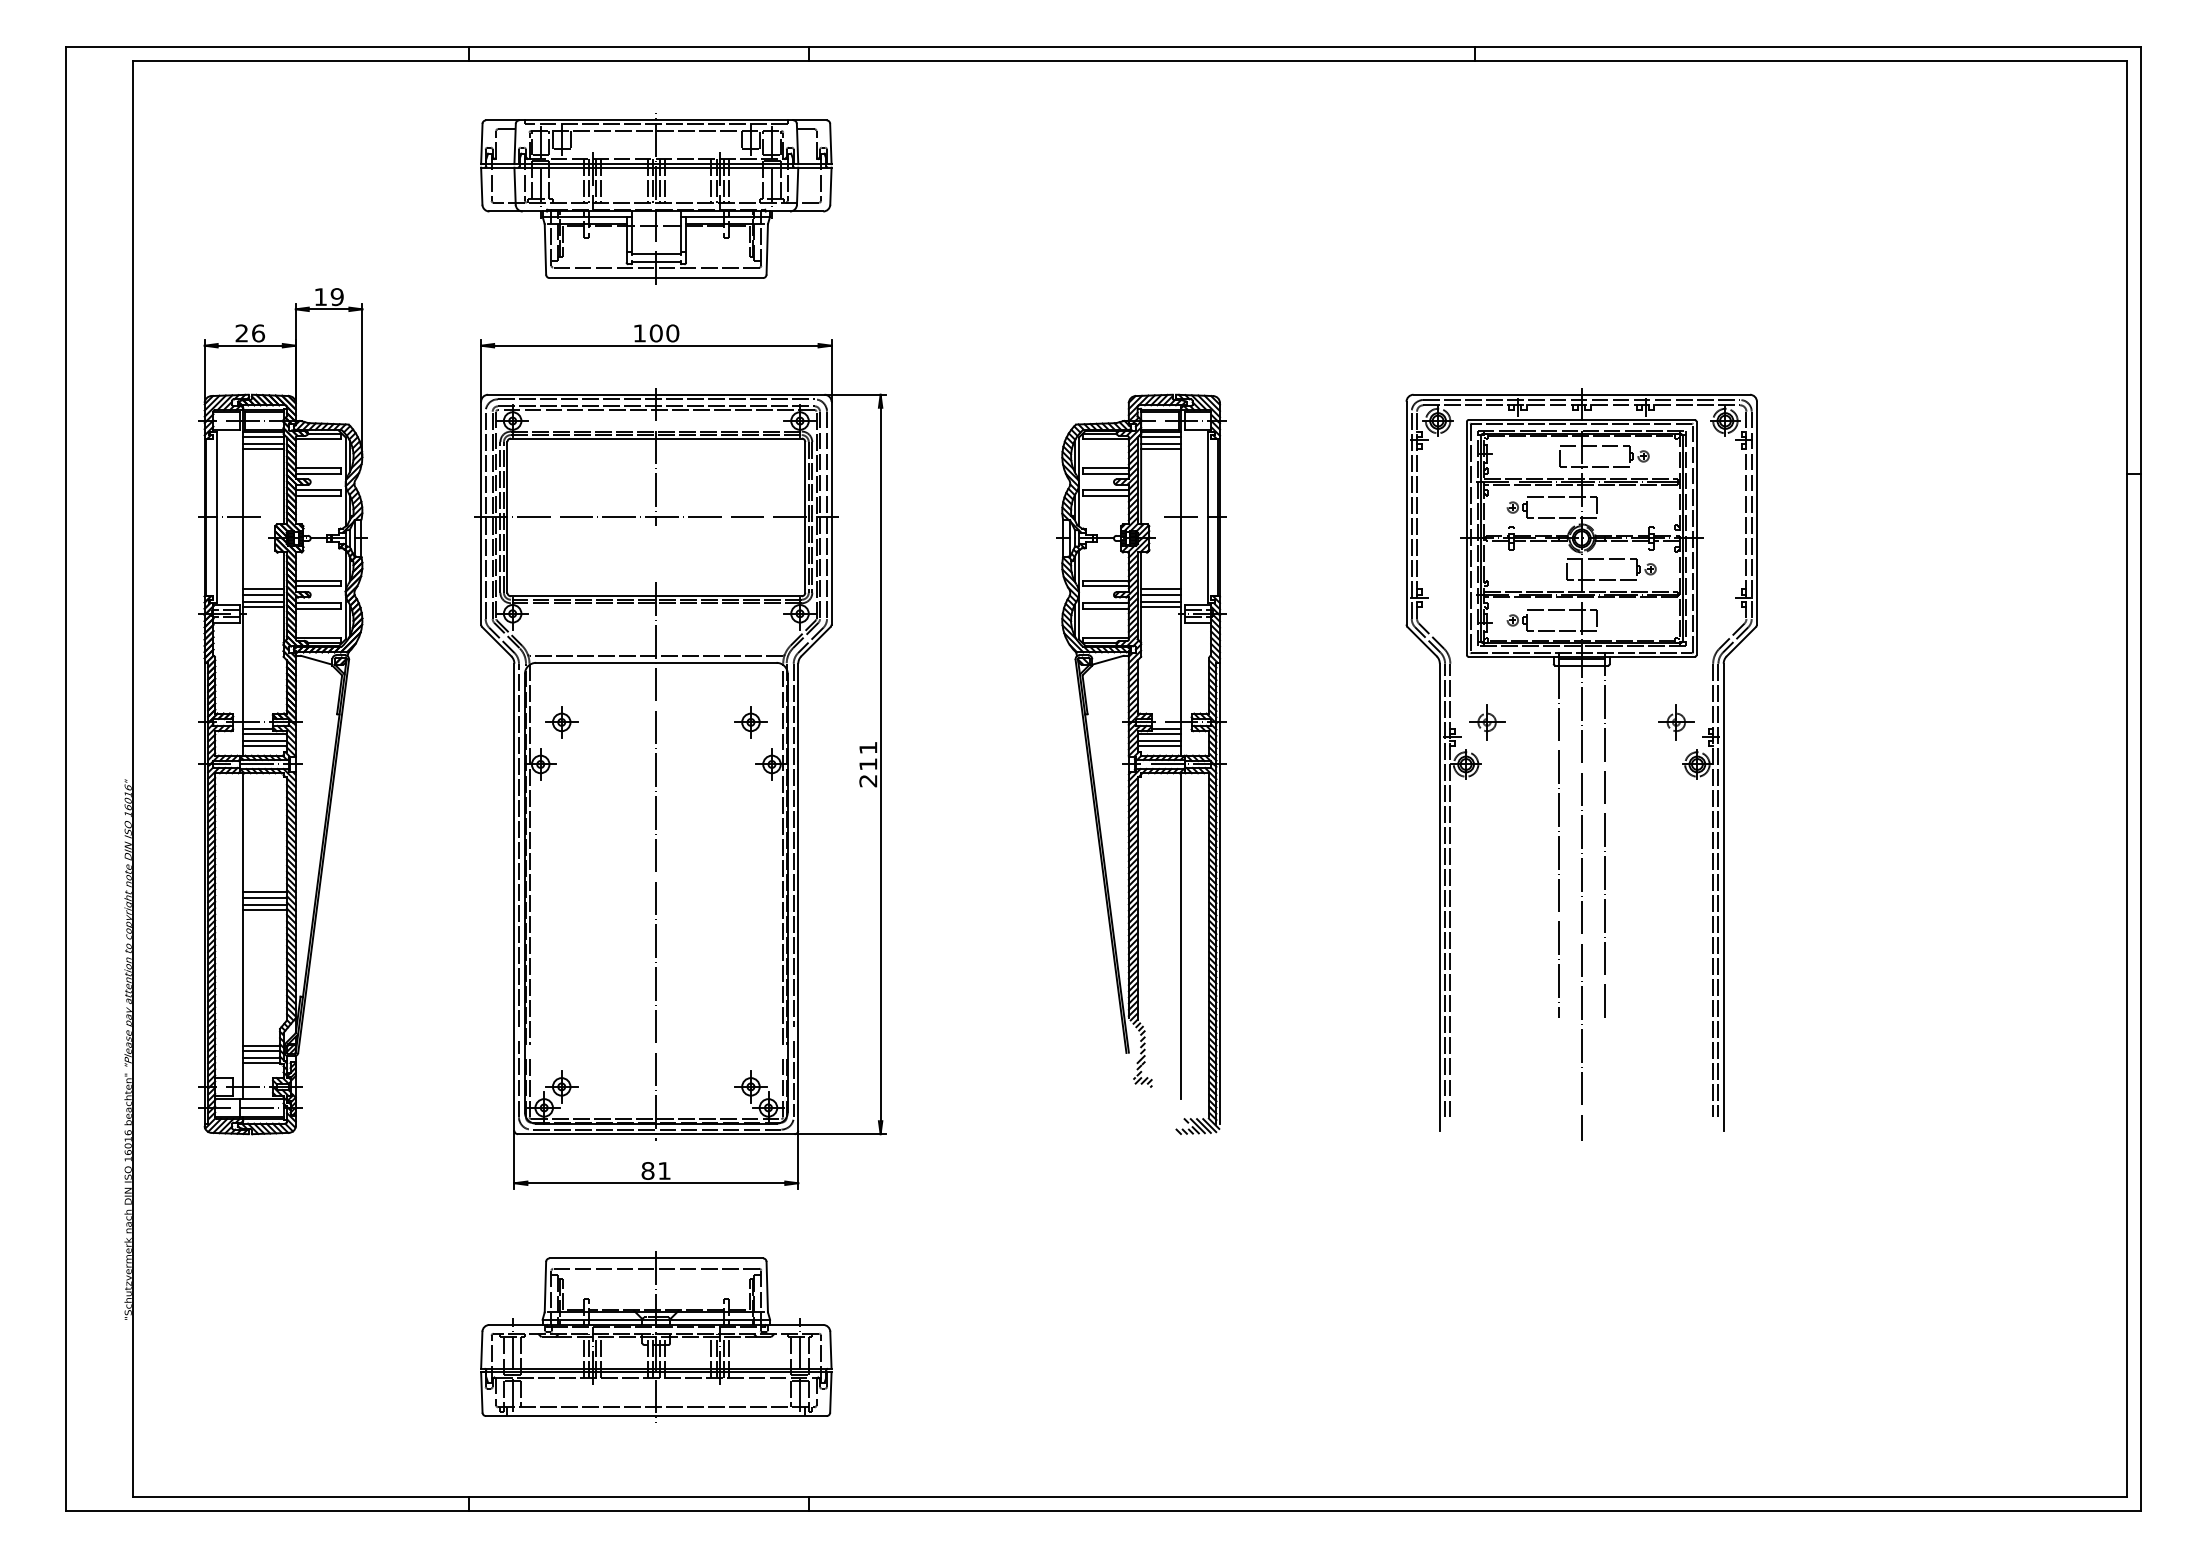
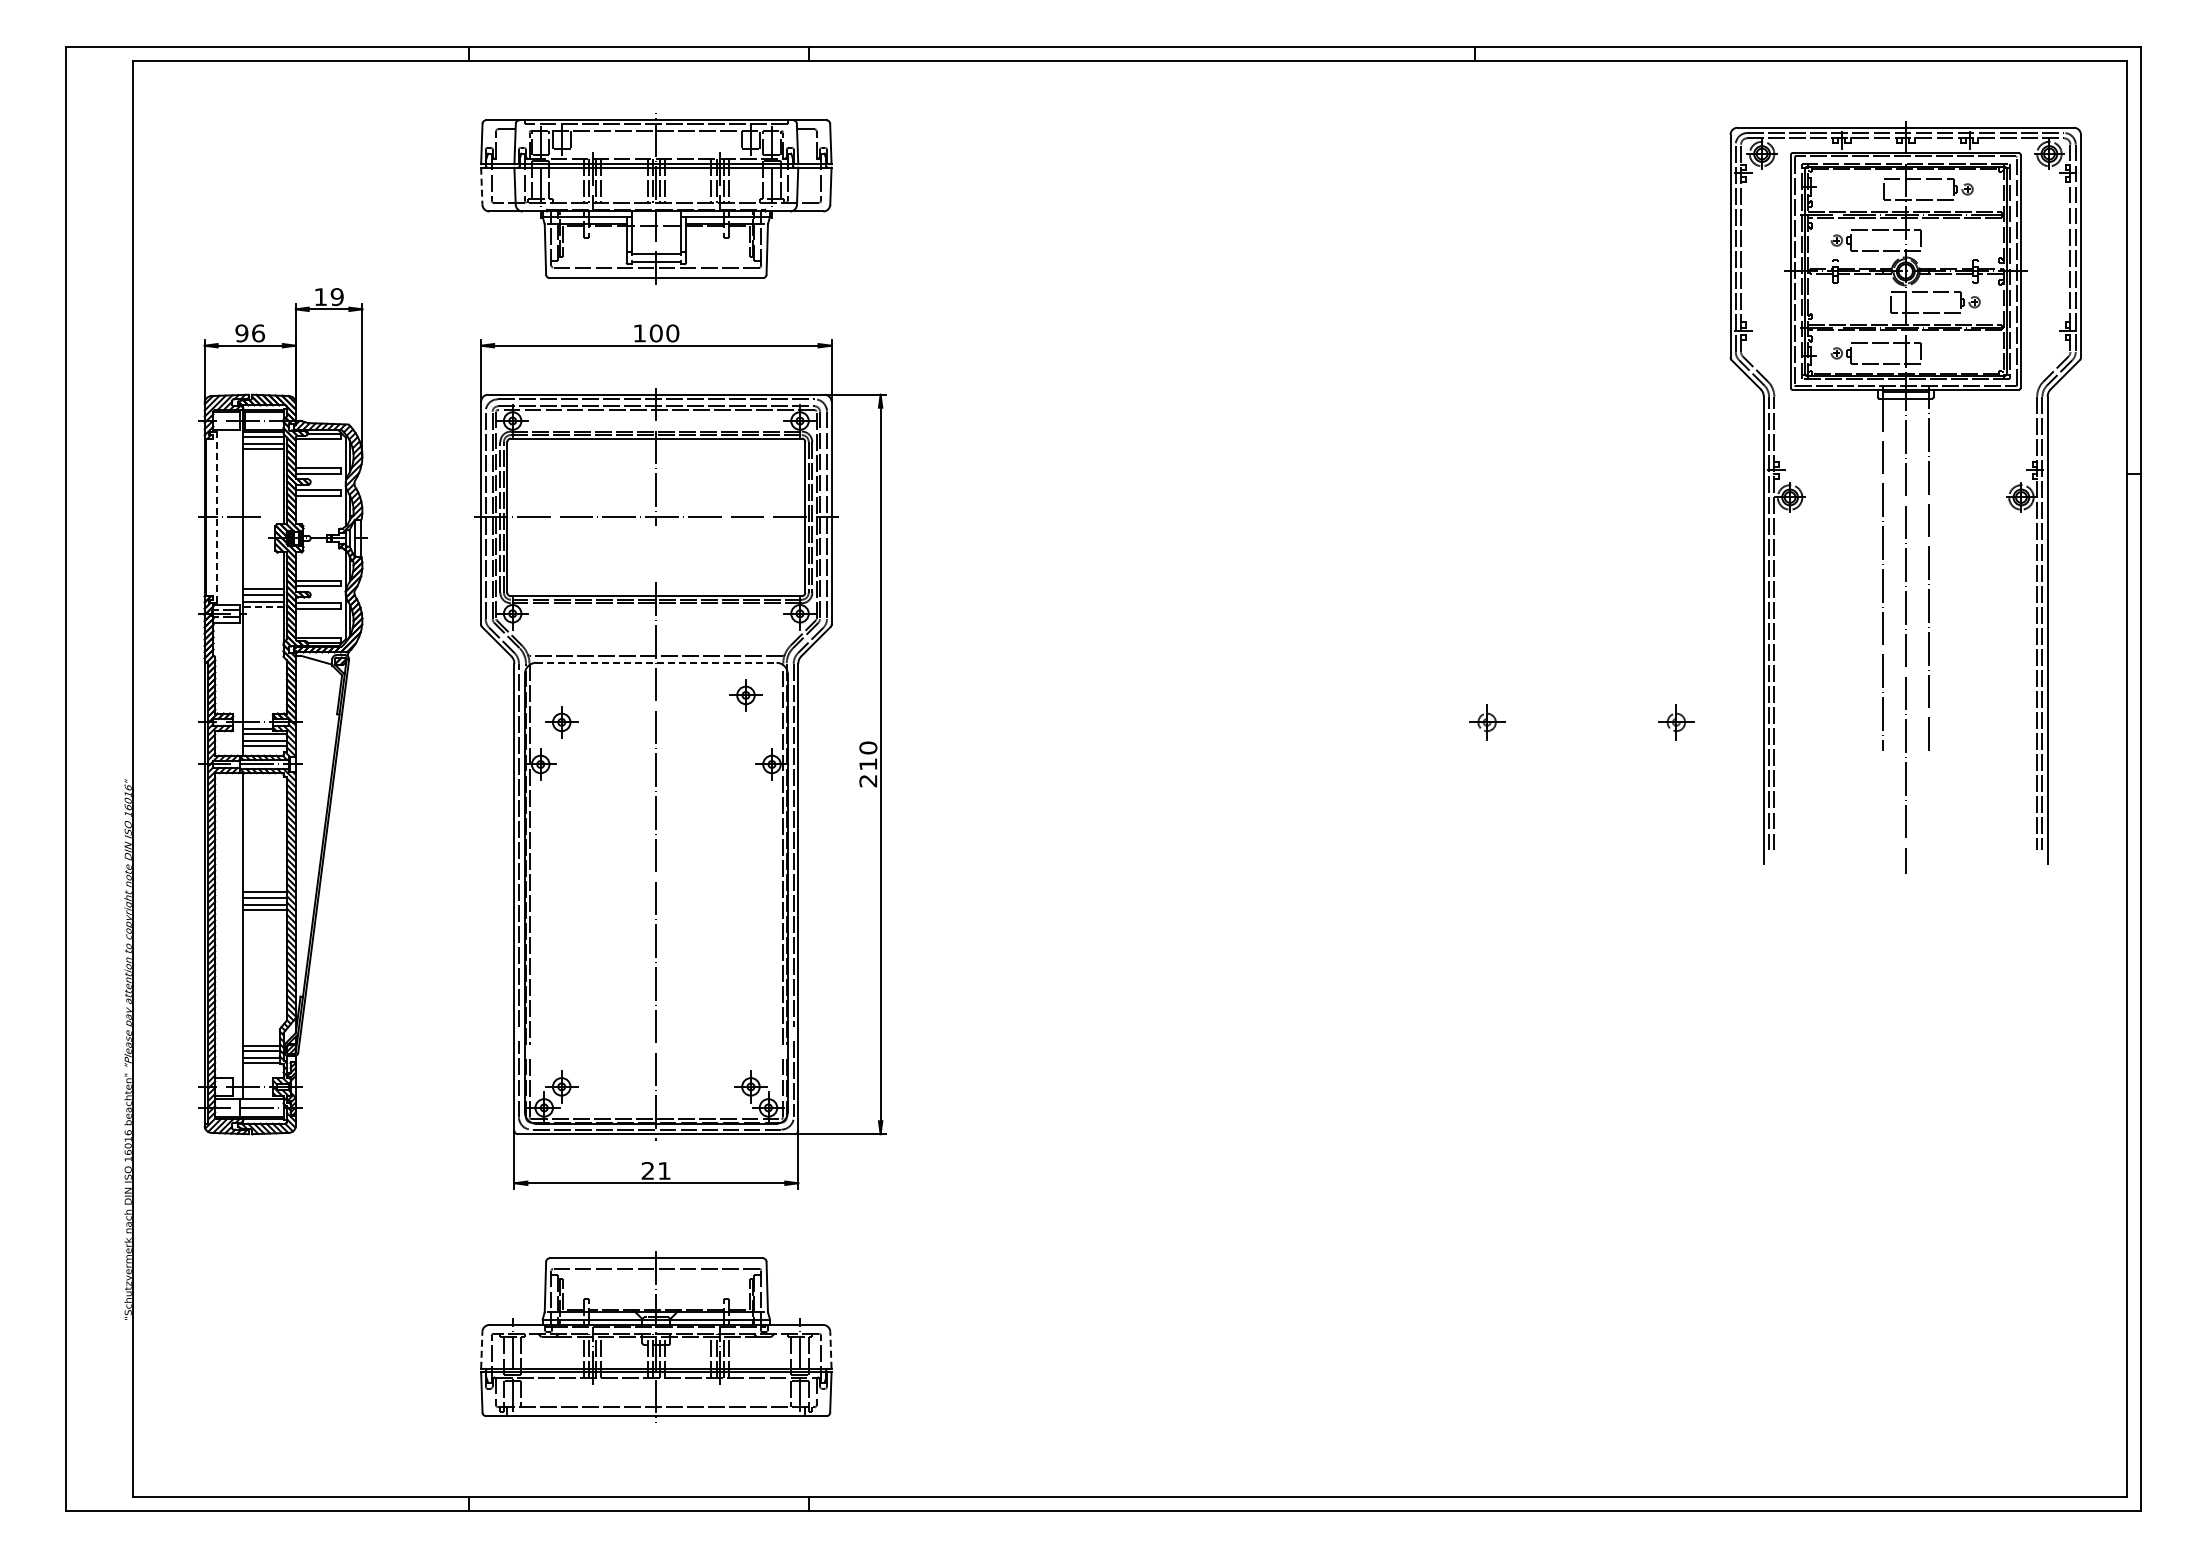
line at (481, 186): solid -> dashed
text at (241, 333): 26 -> 96
line at (216, 517): solid -> dashed
line at (262, 606): solid -> dashed
line at (656, 662): solid -> dashed
part at (750, 722) position: (750, 722) -> (745, 695)
text at (868, 747): 211 -> 210
part at (1141, 763): present -> none
part at (1581, 764) position: (1581, 764) -> (1905, 497)
text at (647, 1170): 81 -> 21
line at (481, 1350): solid -> dashed
line at (830, 1350): solid -> dashed
